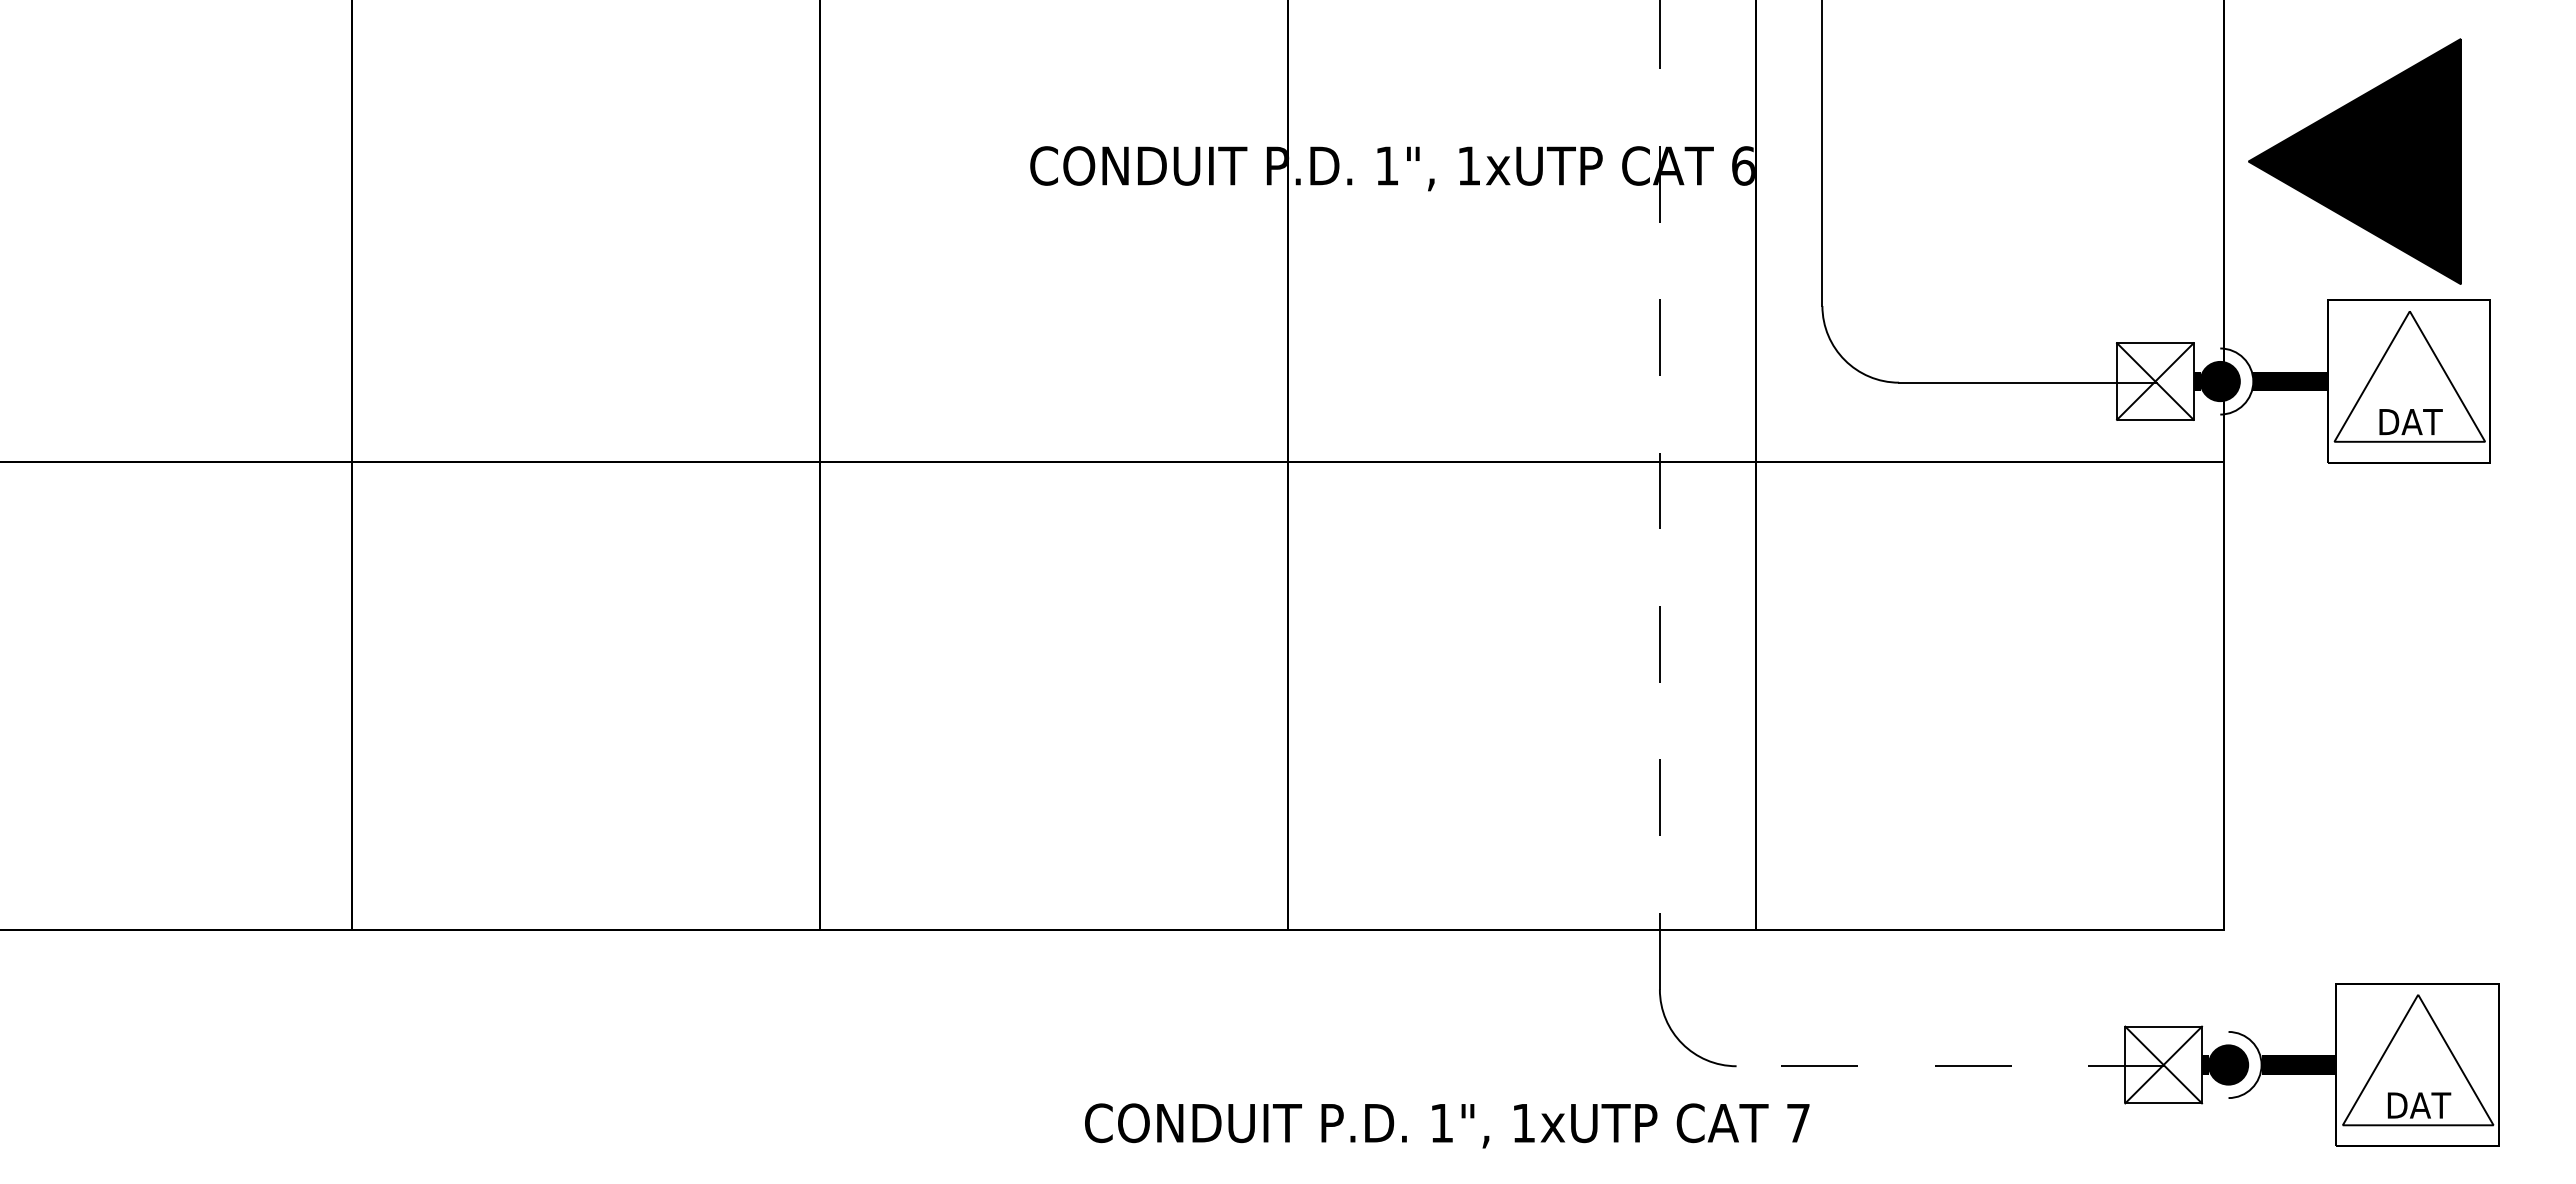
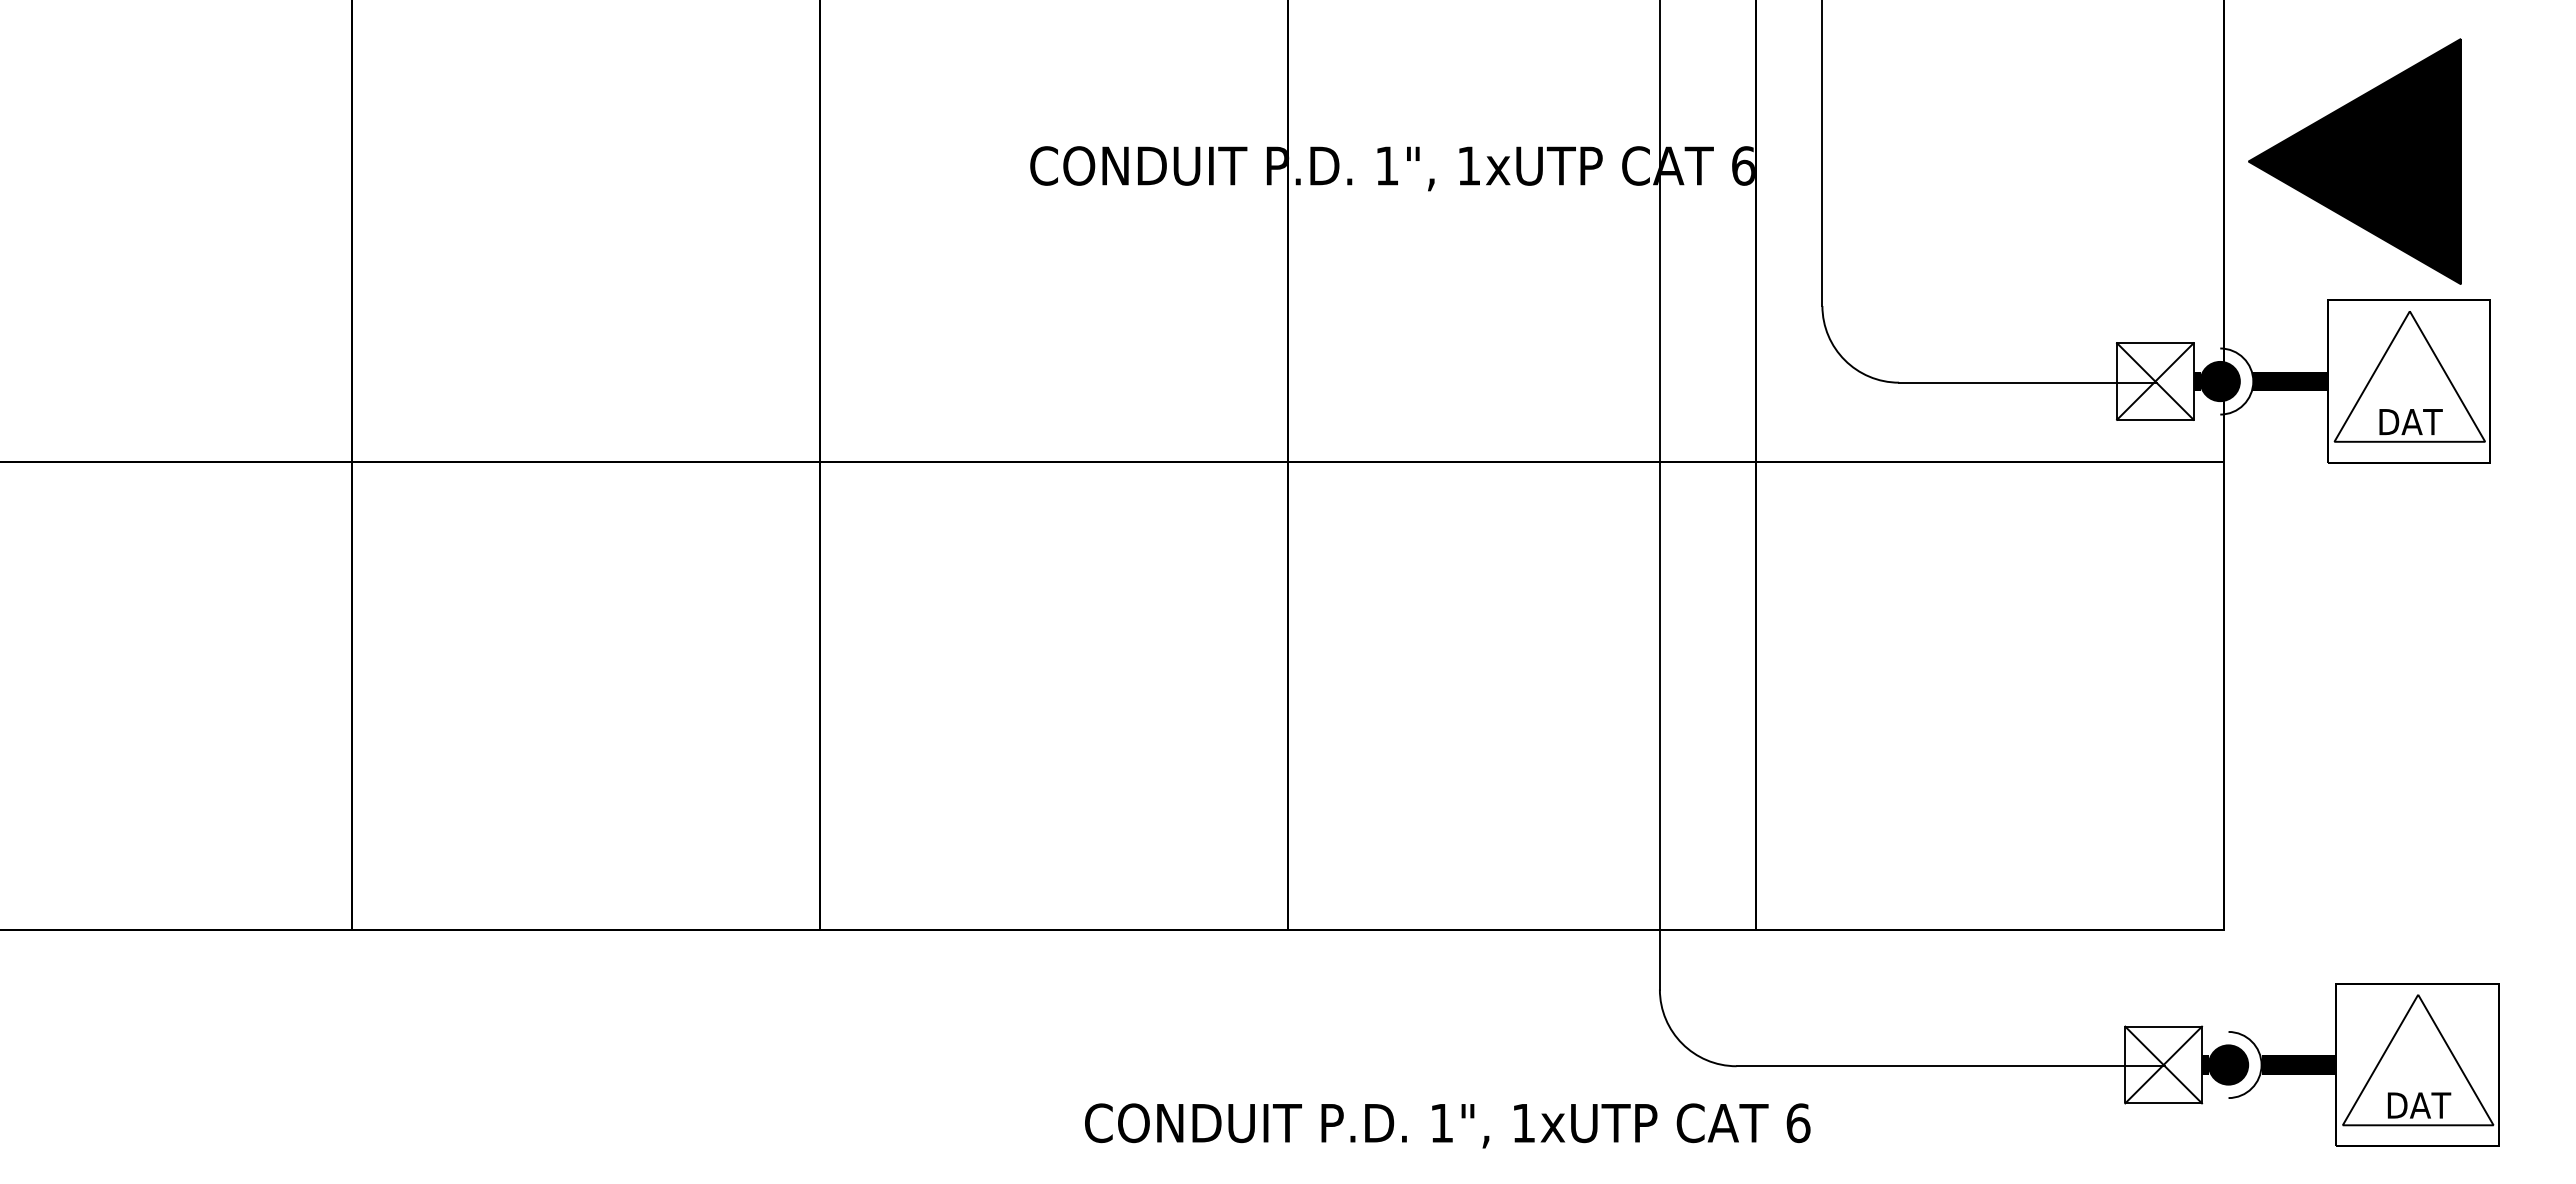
line at (1659, 494): dashed -> solid
line at (1950, 1066): dashed -> solid
text at (1798, 1123): 7 -> 6
